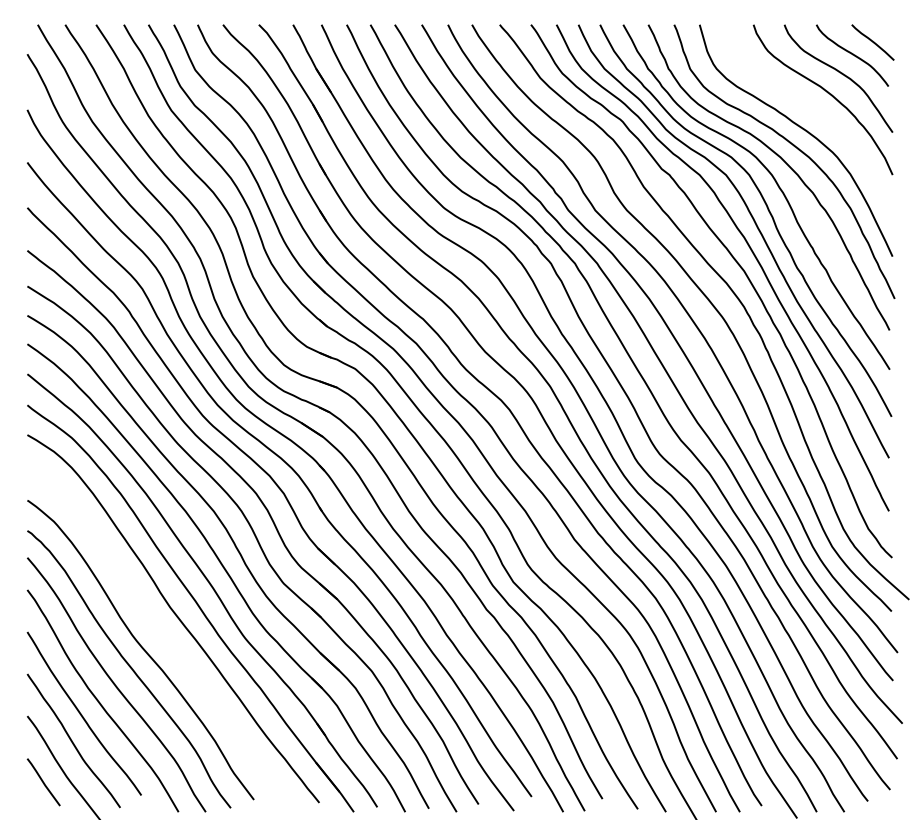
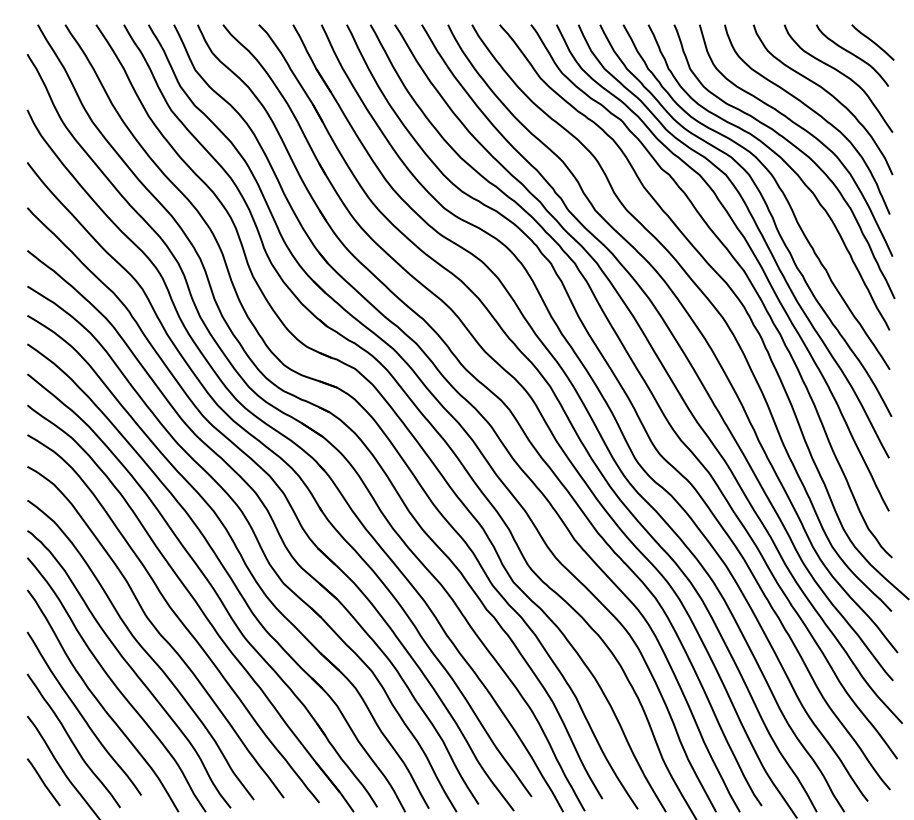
curve at (812, 111): none -> present
curve at (156, 631): none -> present
